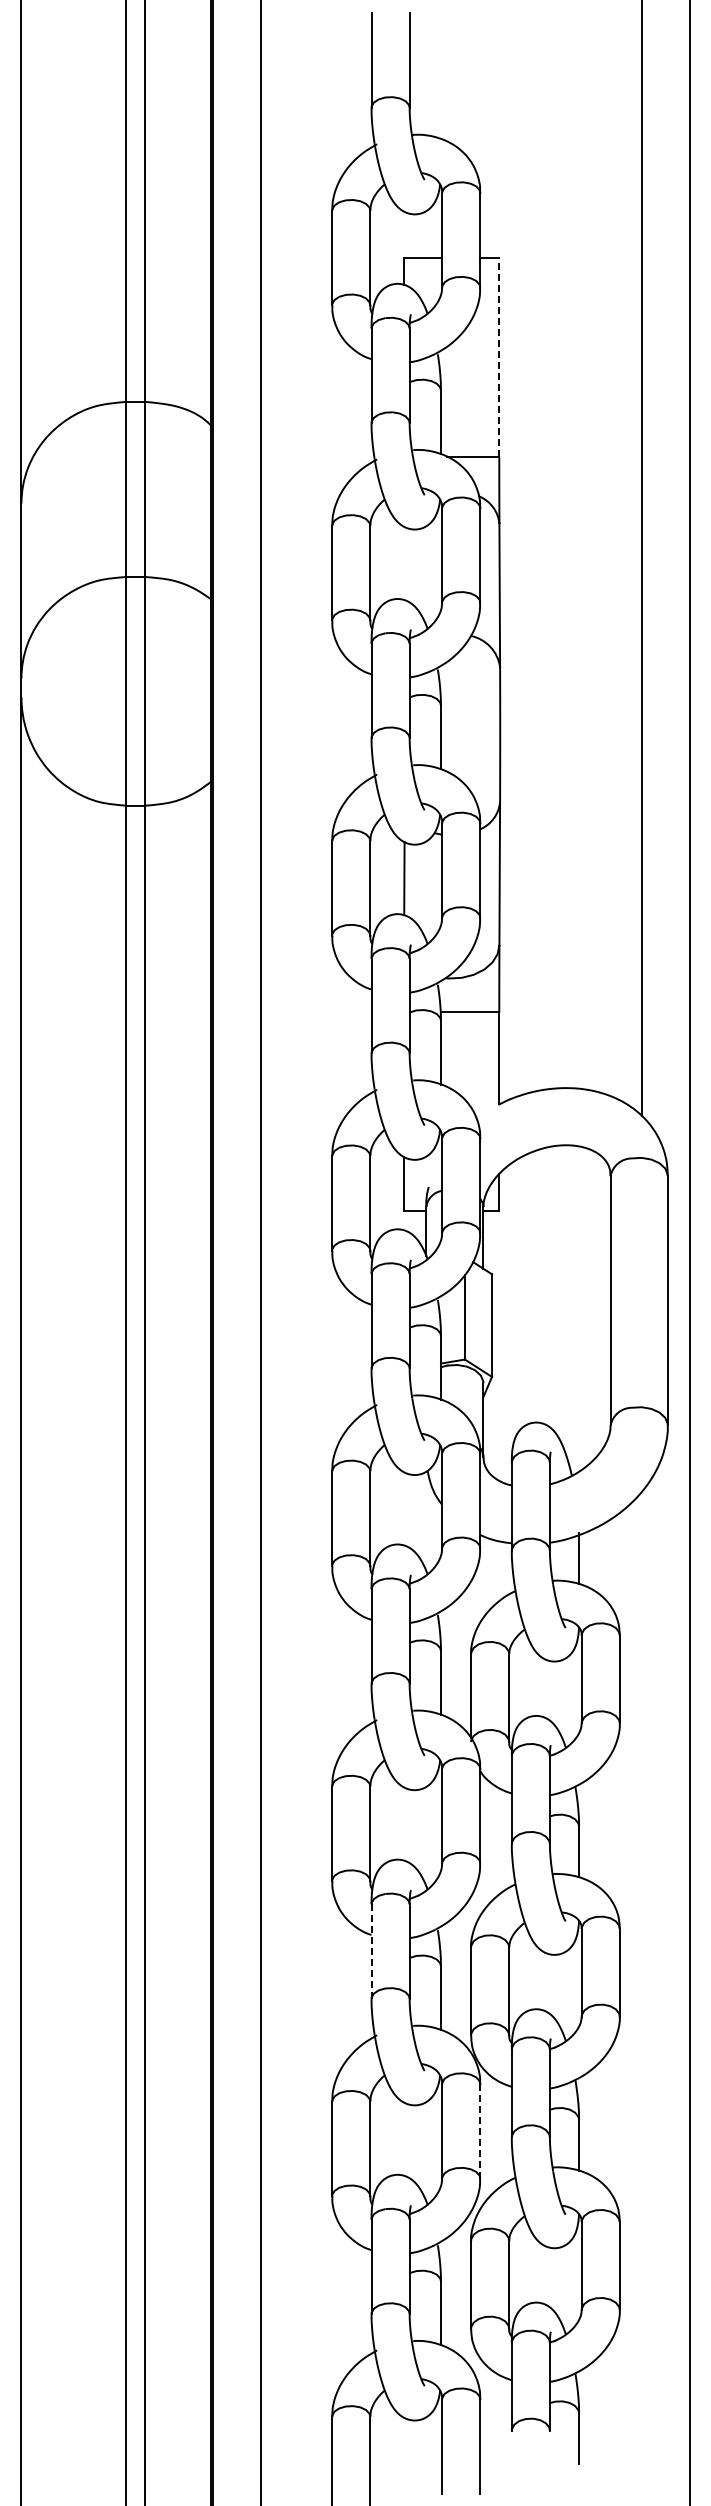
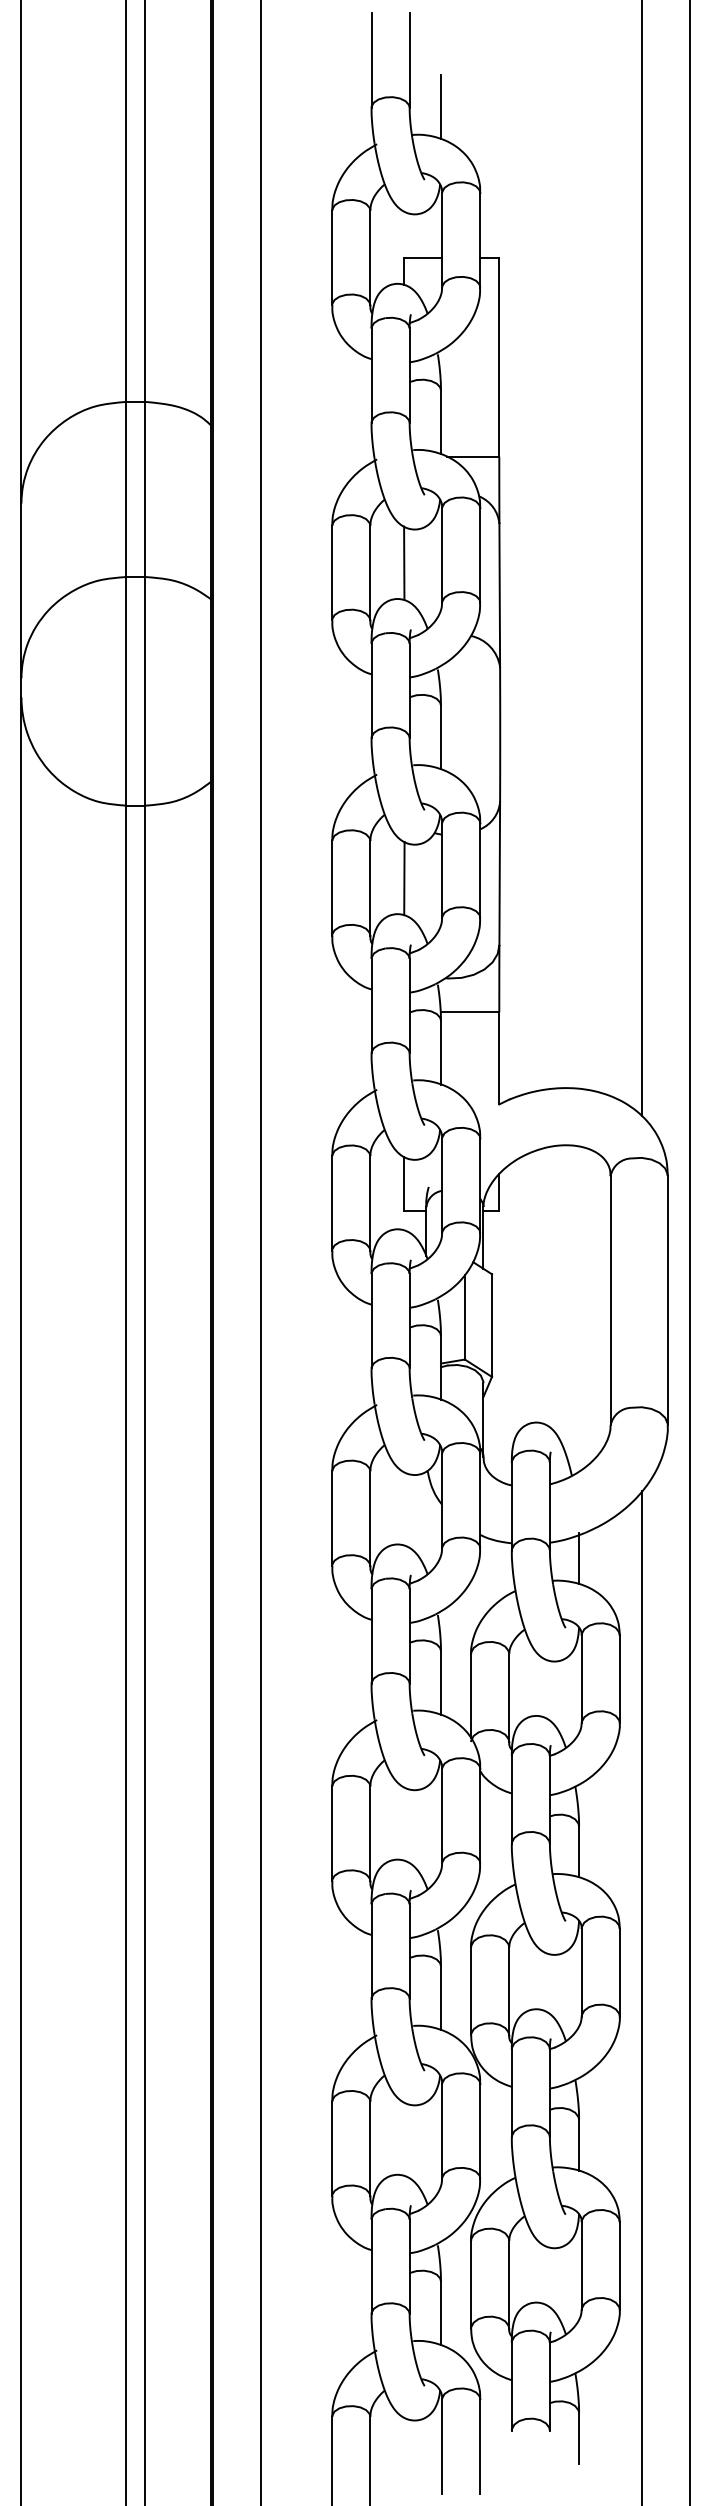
line at (440, 107): none -> present
line at (499, 356): dashed -> solid
line at (404, 563): none -> present
line at (371, 1952): dashed -> solid
line at (642, 1996): none -> present
line at (480, 2130): dashed -> solid
